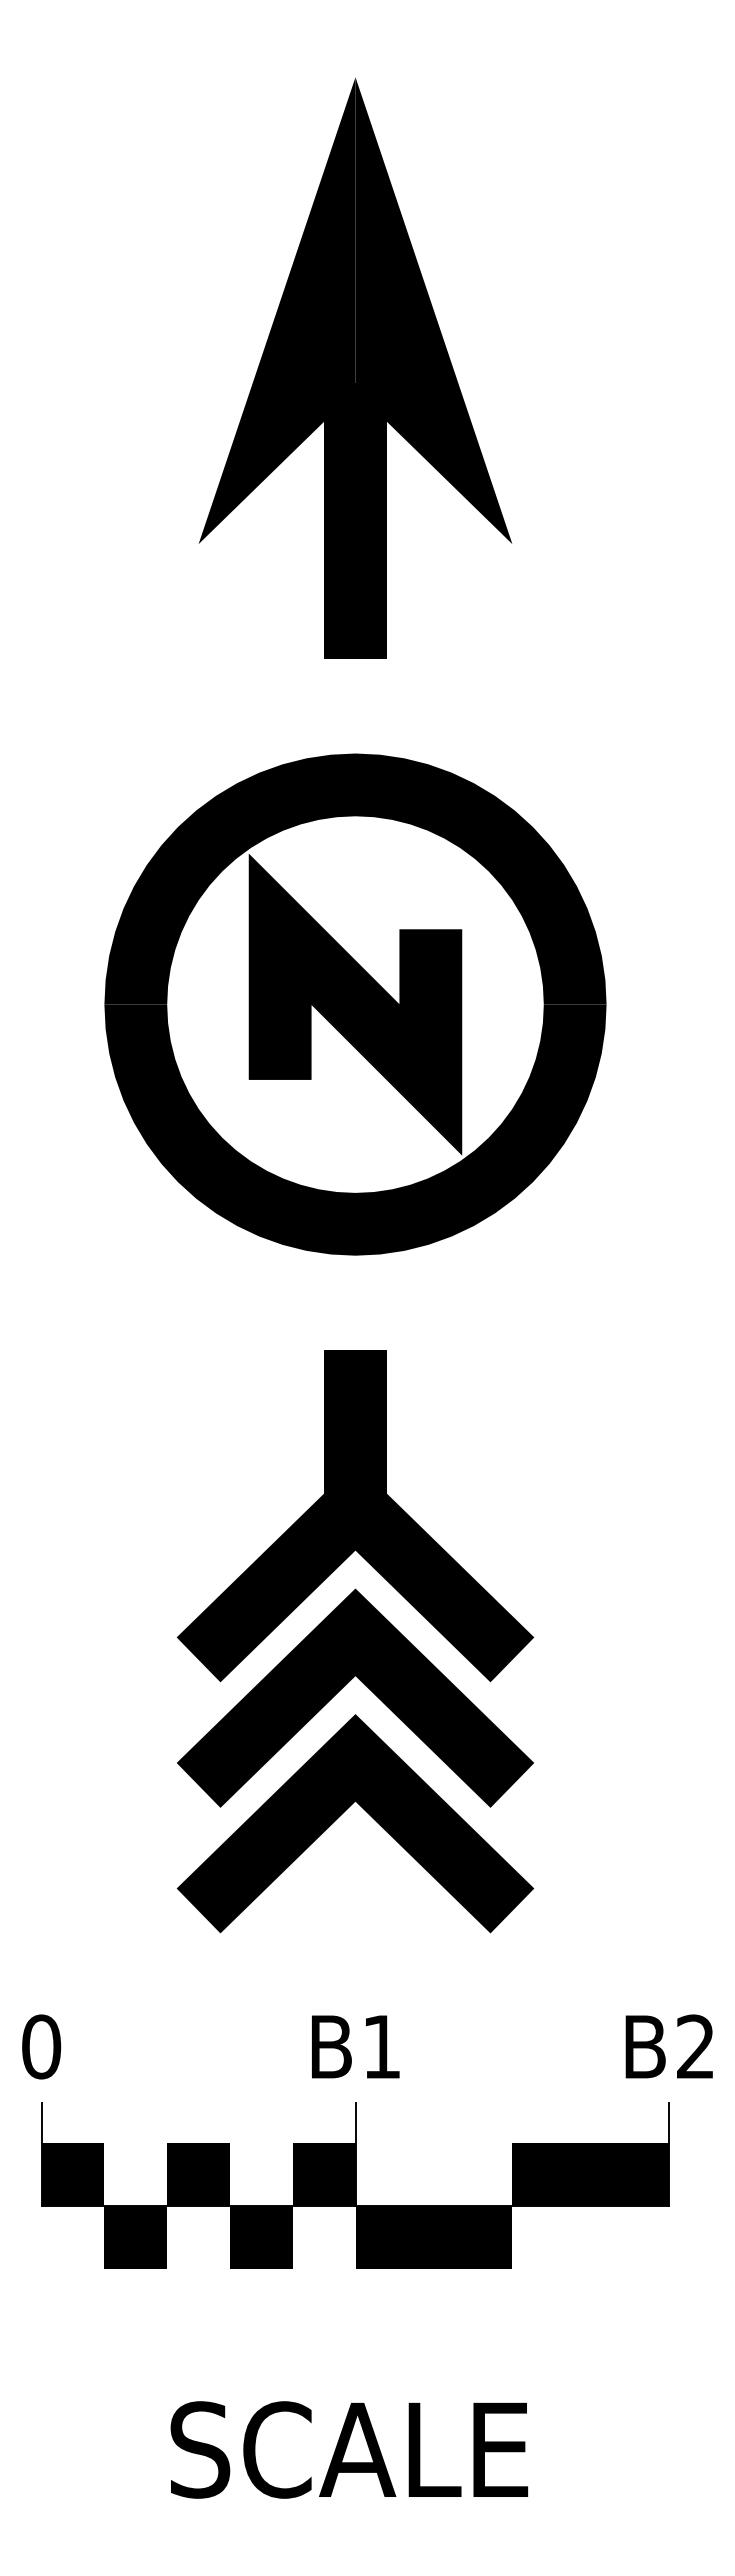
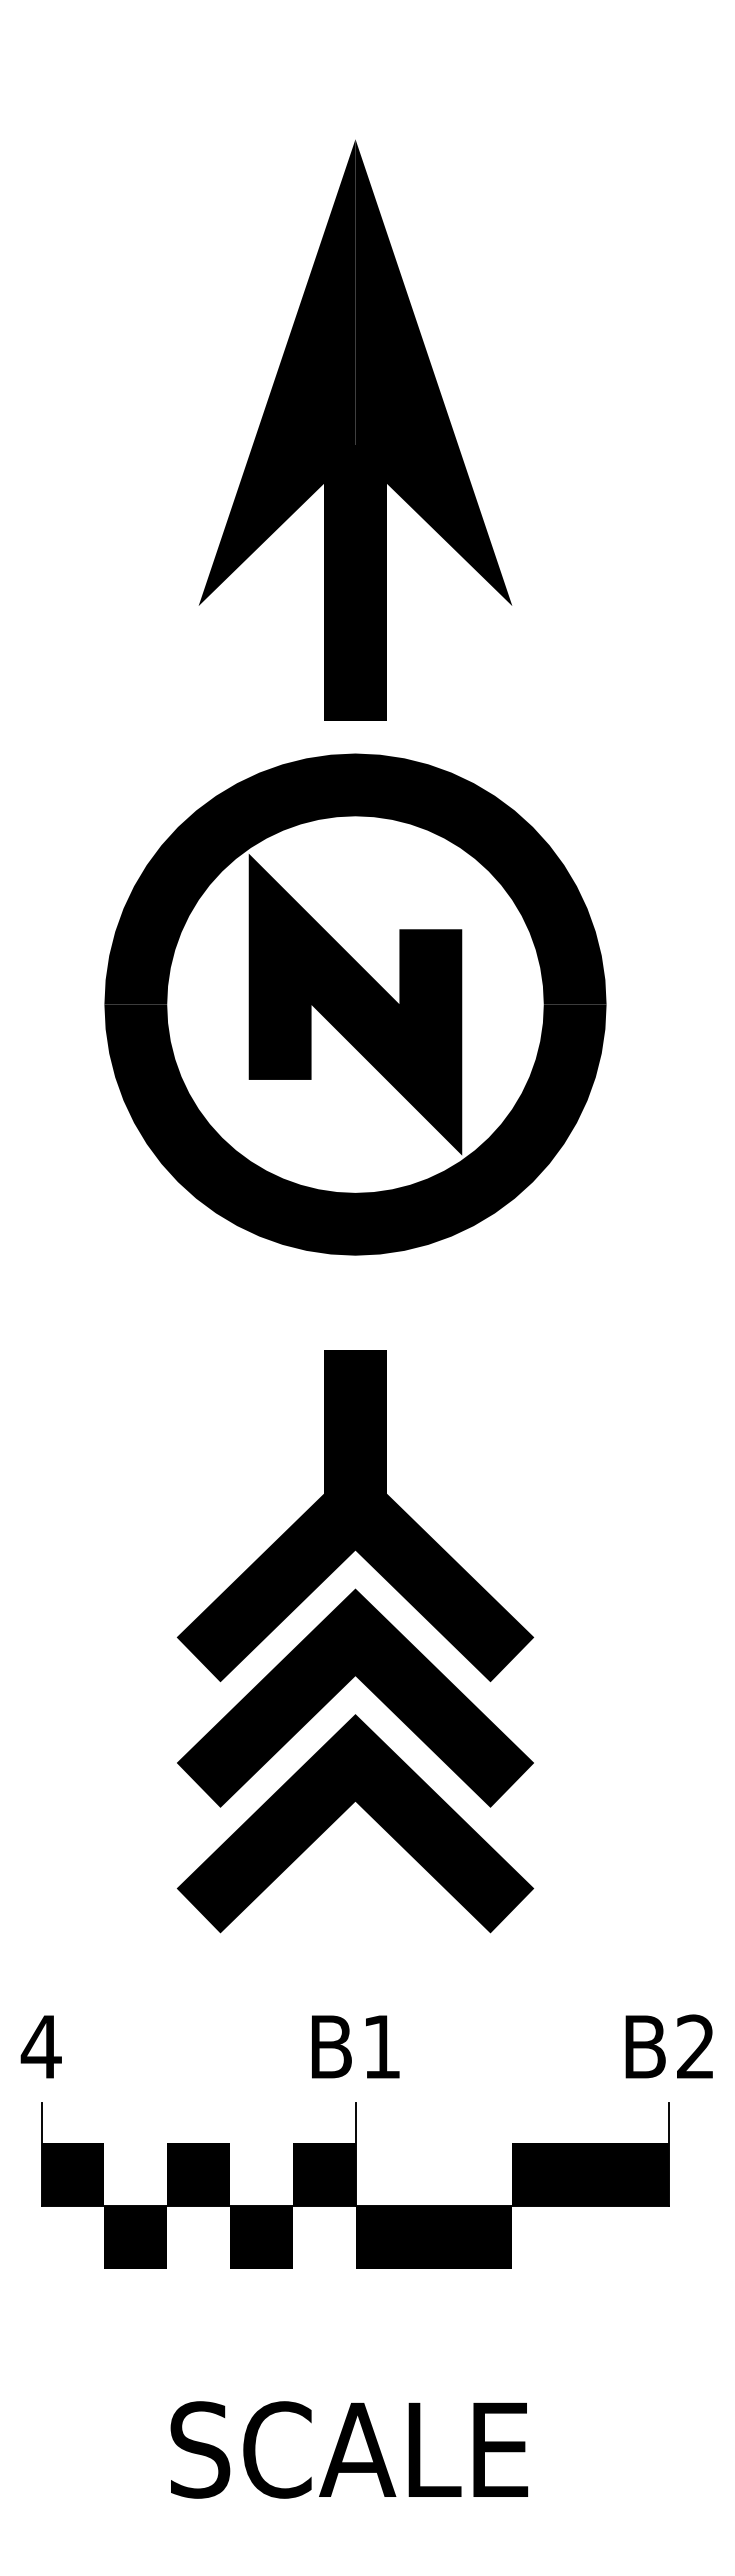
part at (355, 367) position: (355, 367) -> (355, 429)
text at (40, 2046): 0 -> 4
